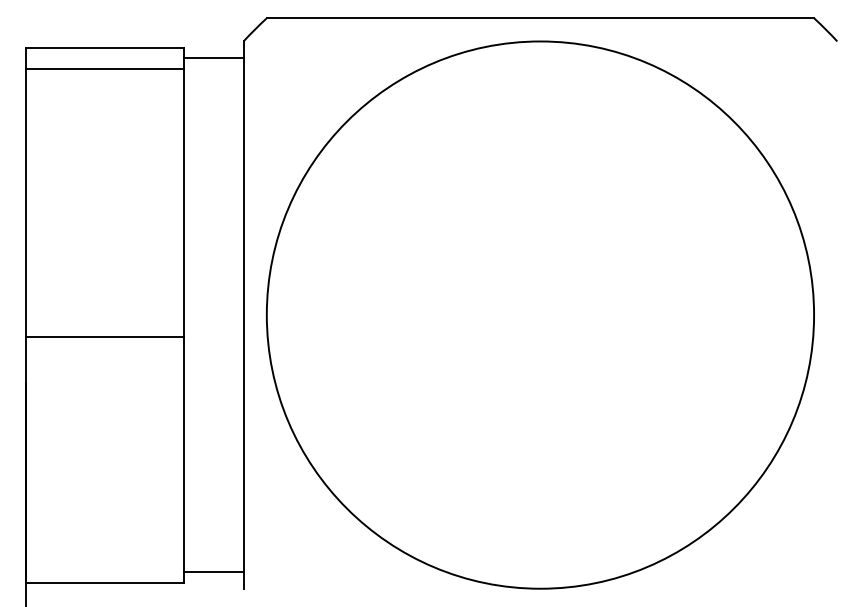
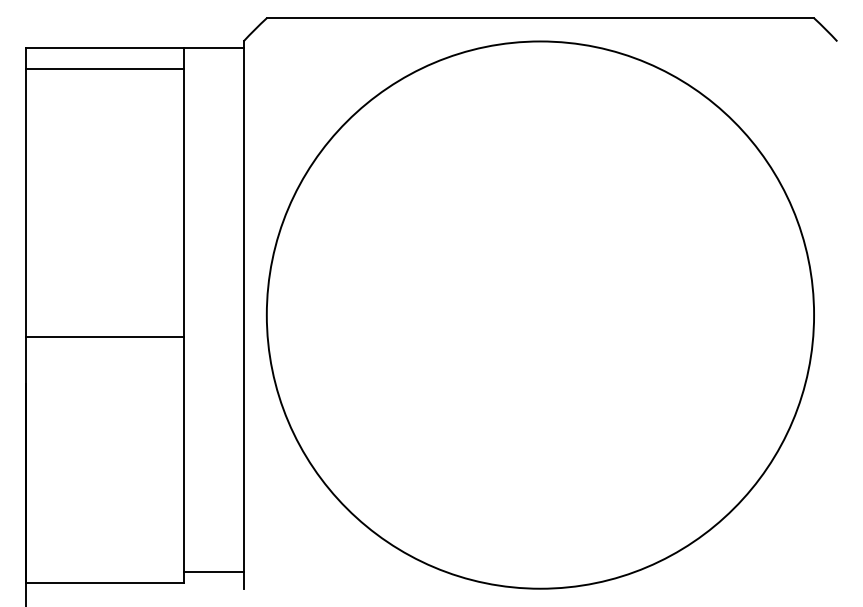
line at (213, 57) position: (213, 57) -> (213, 47)
